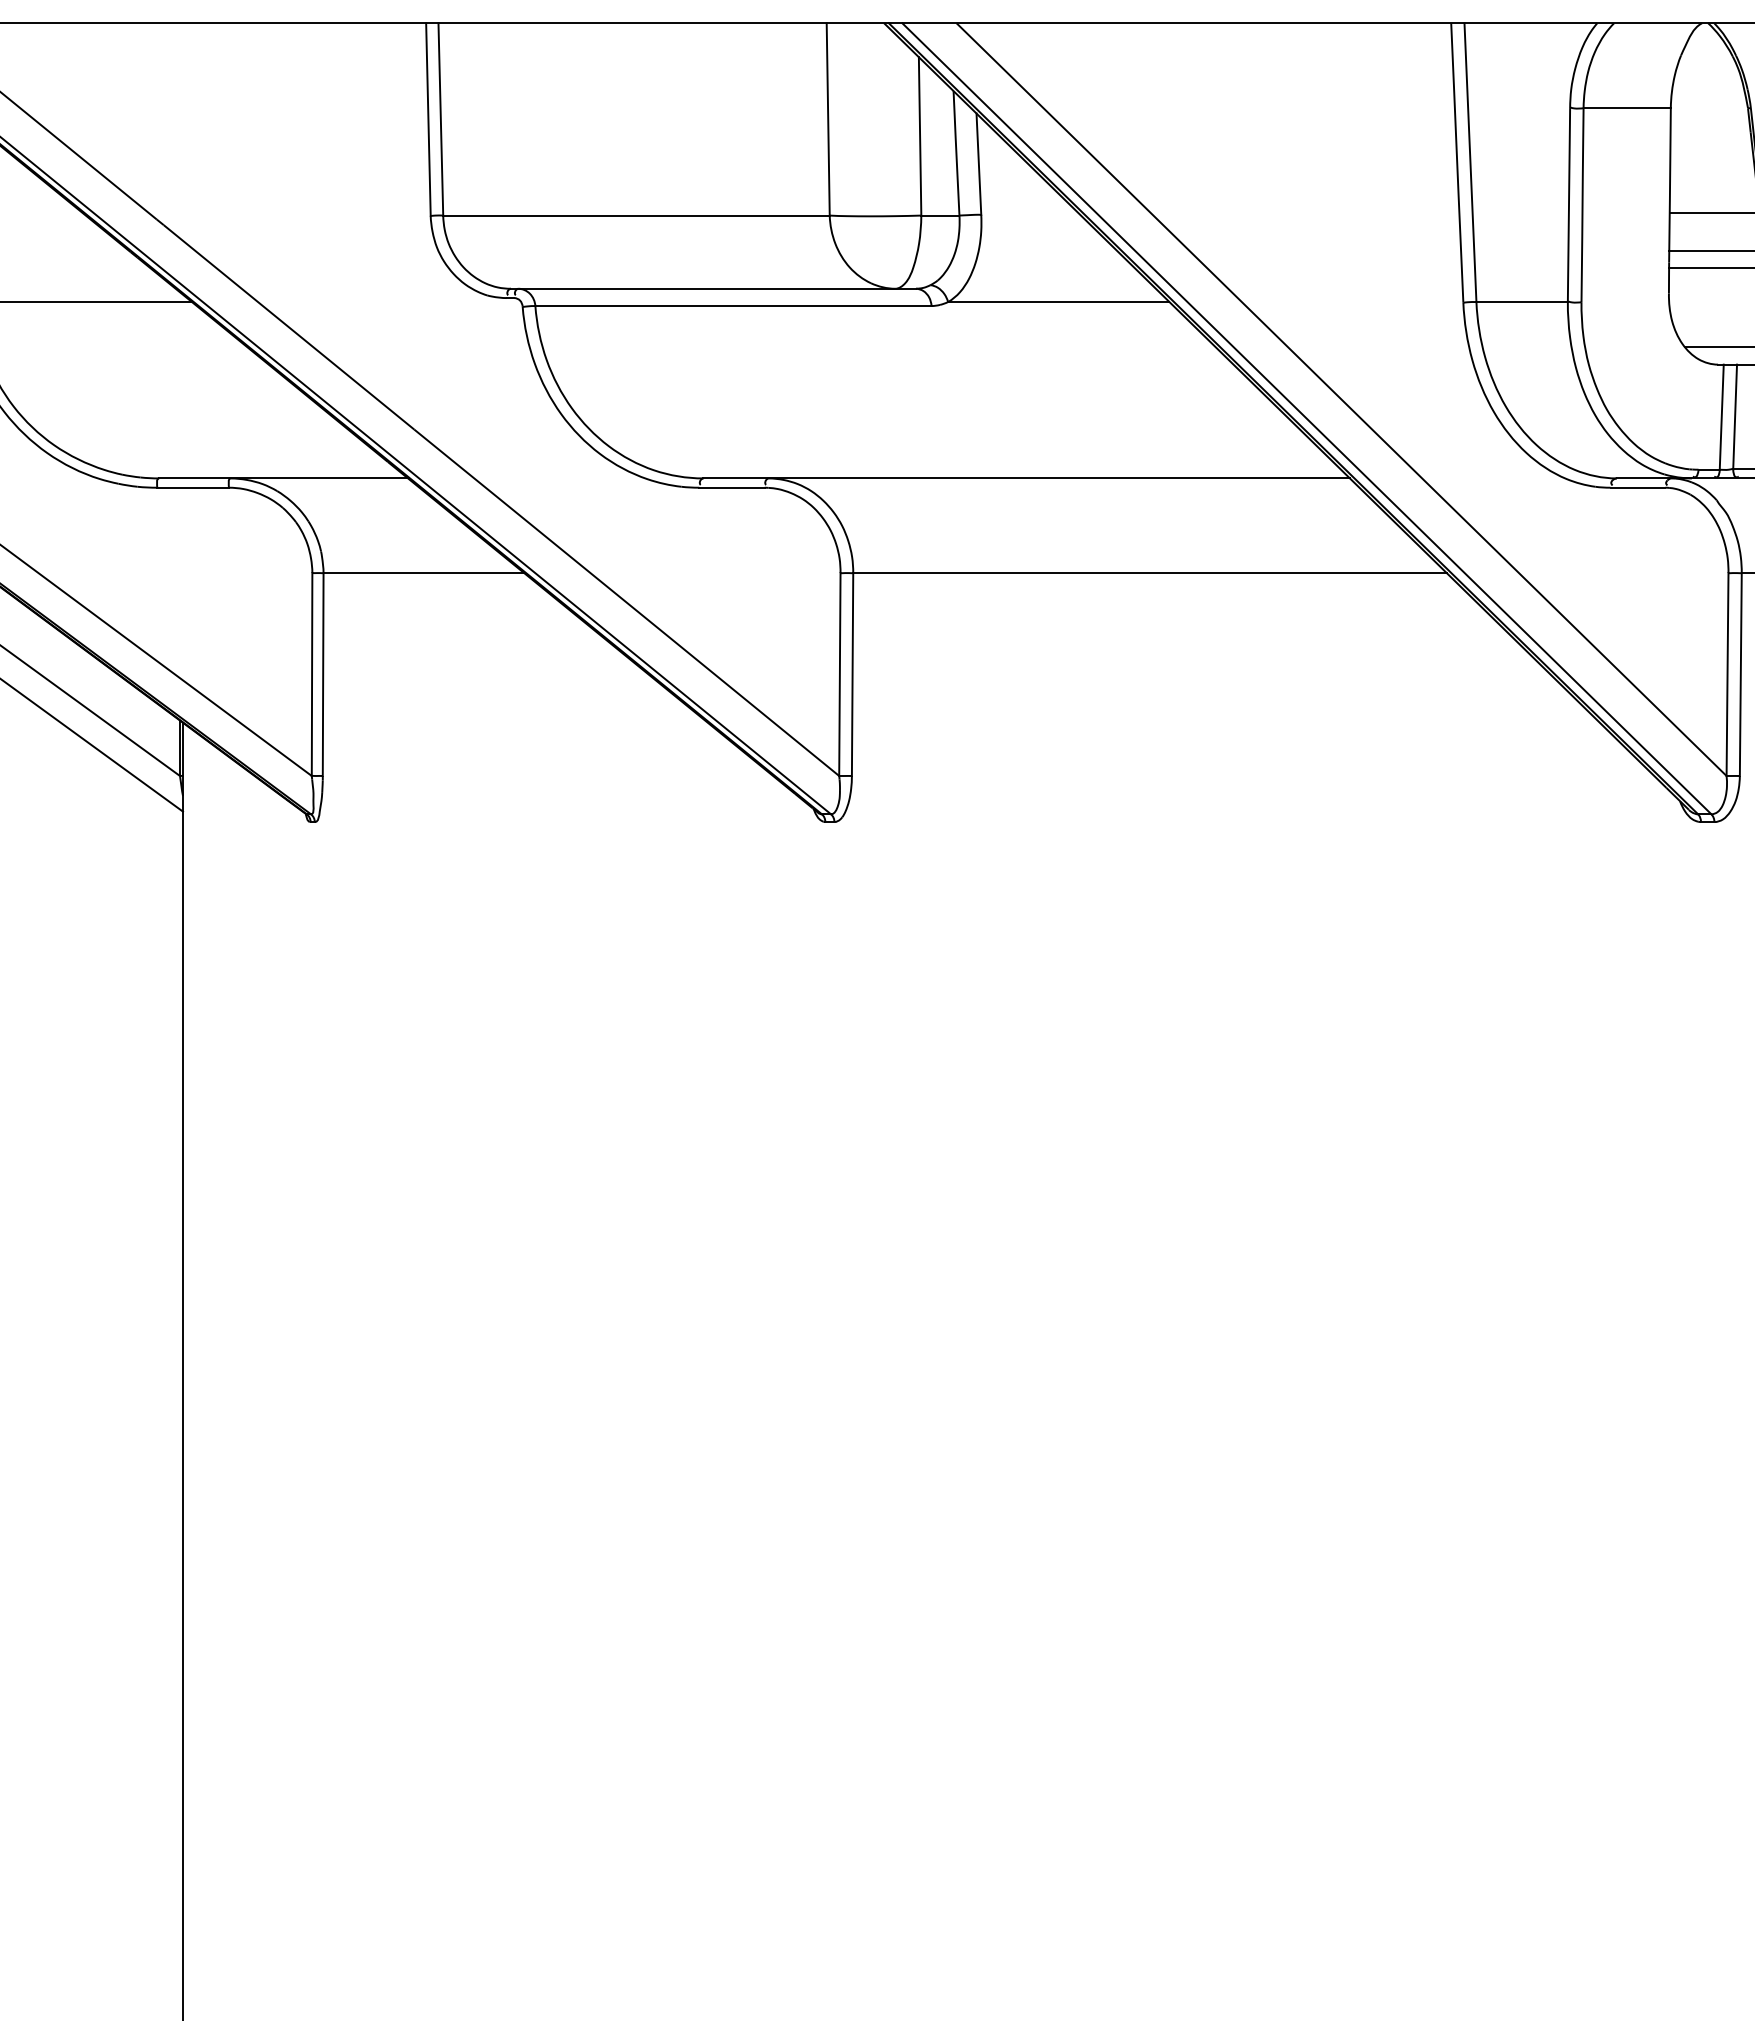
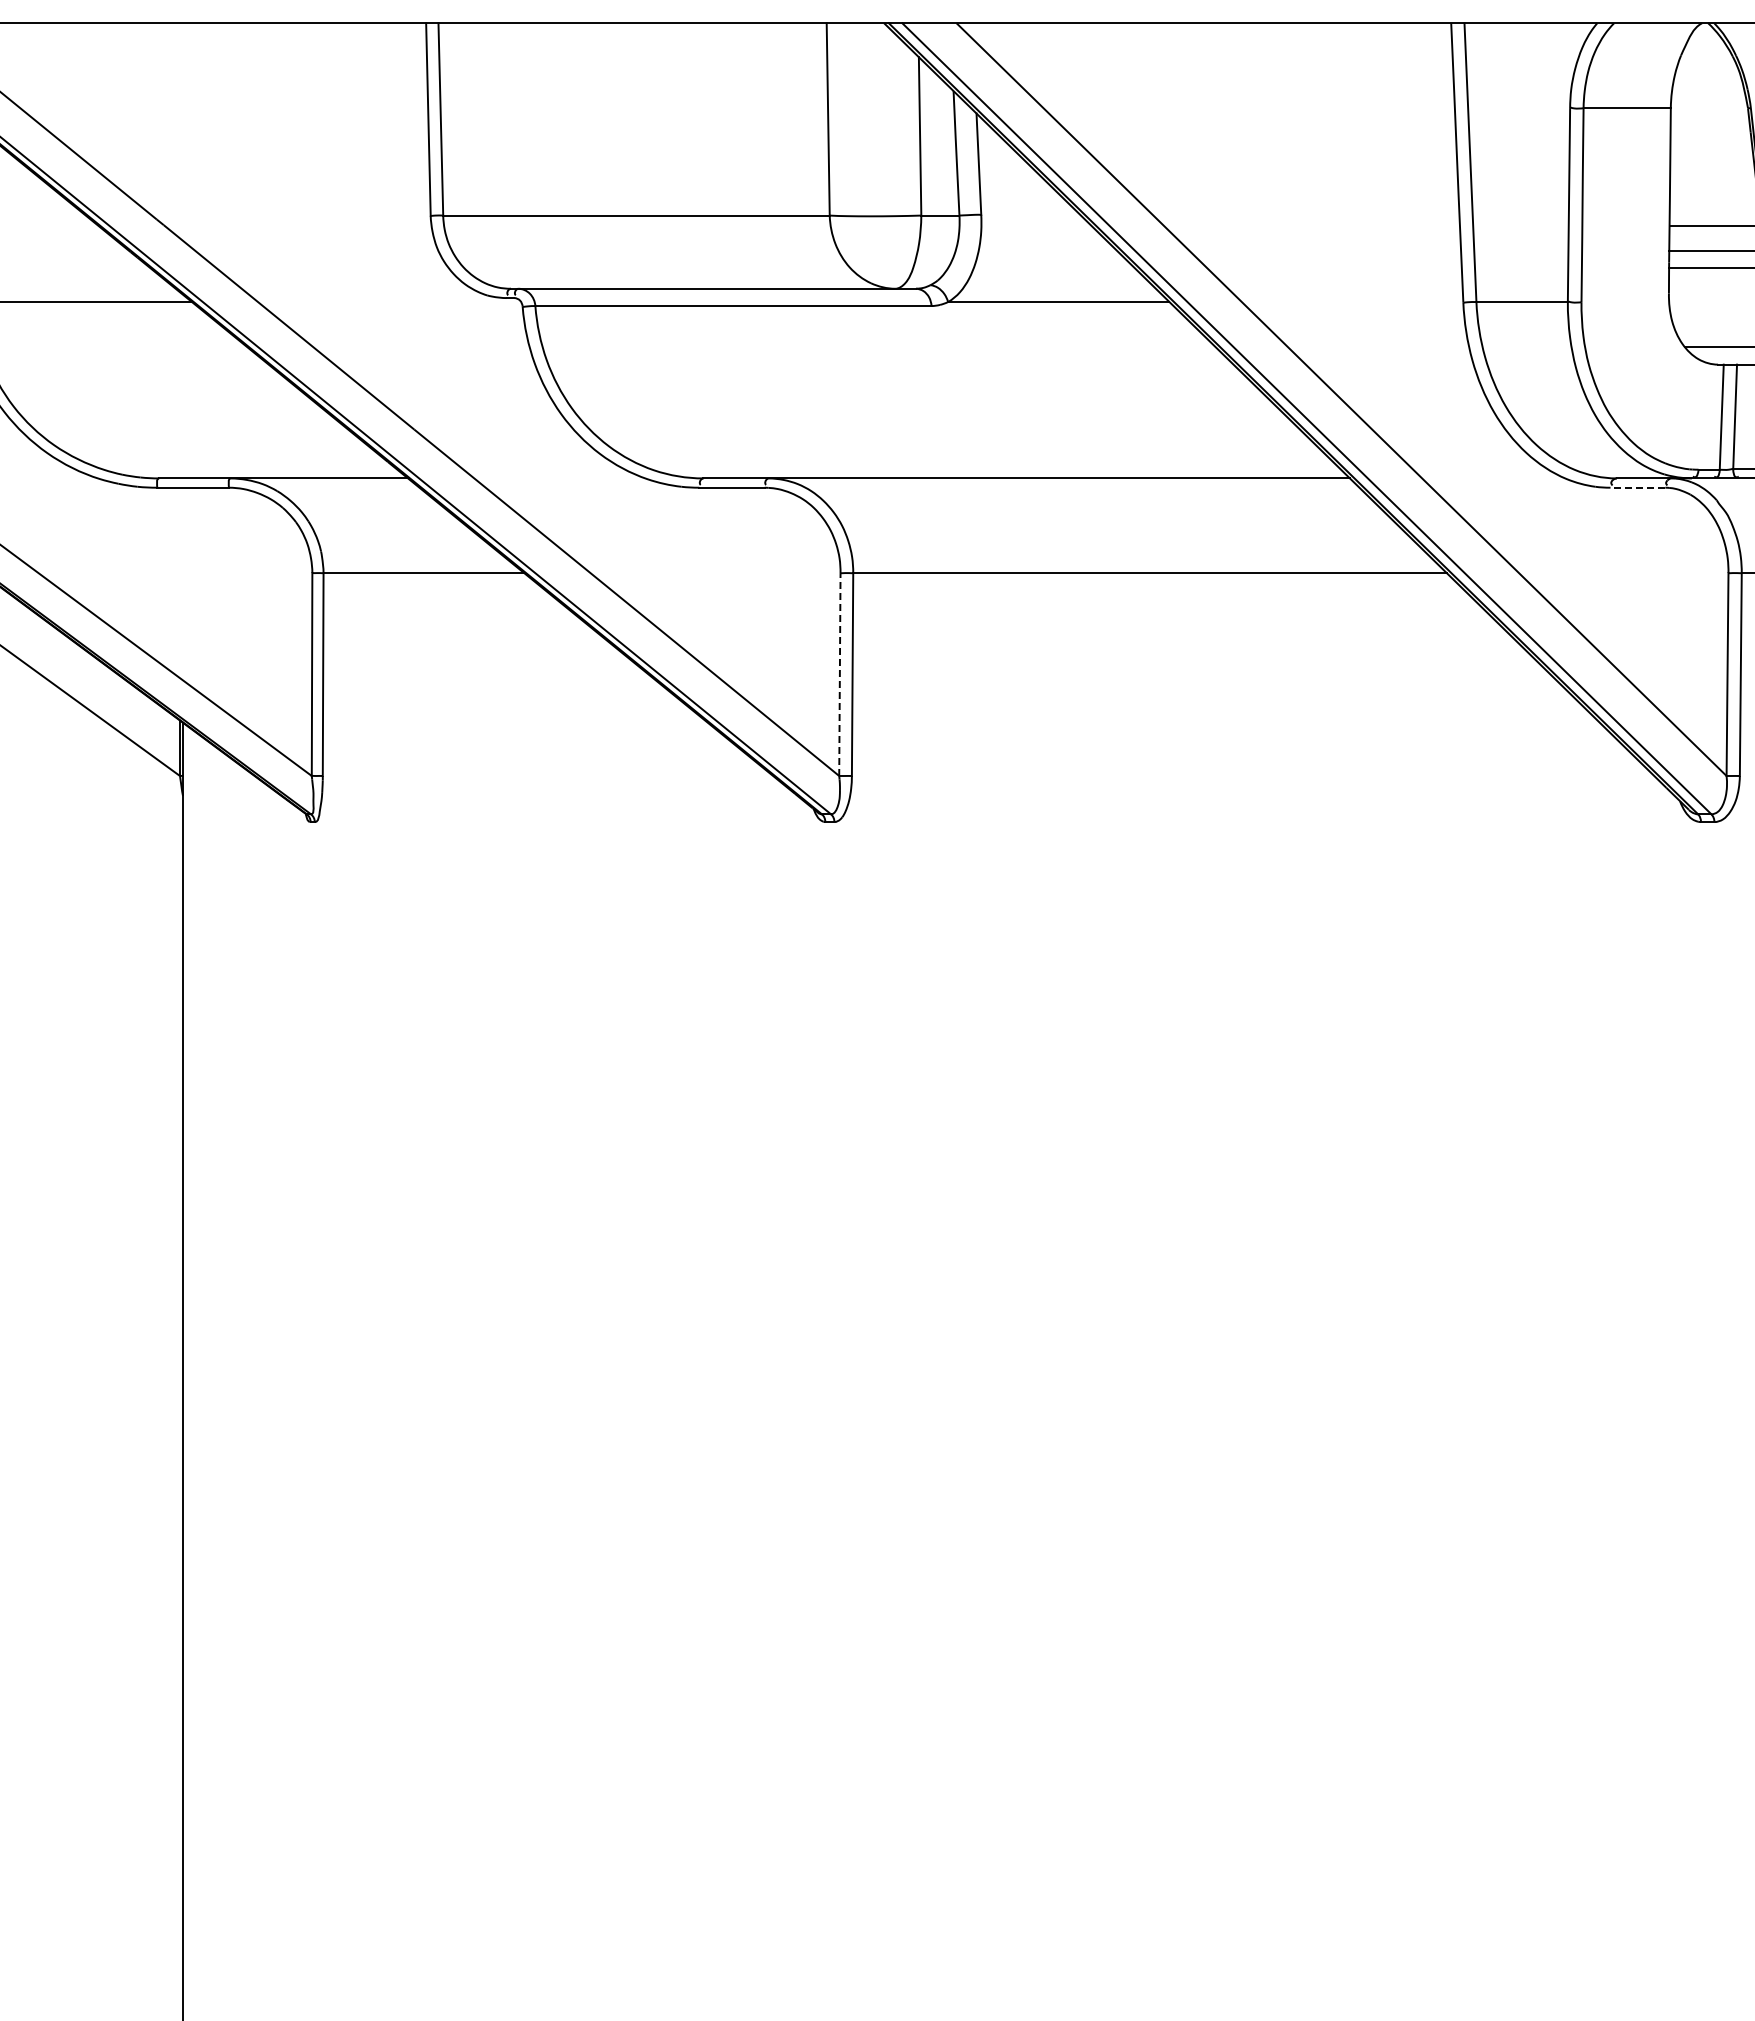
line at (1710, 213) position: (1710, 213) -> (1710, 226)
line at (1637, 487): solid -> dashed
line at (839, 674): solid -> dashed
line at (92, 745): present -> none
